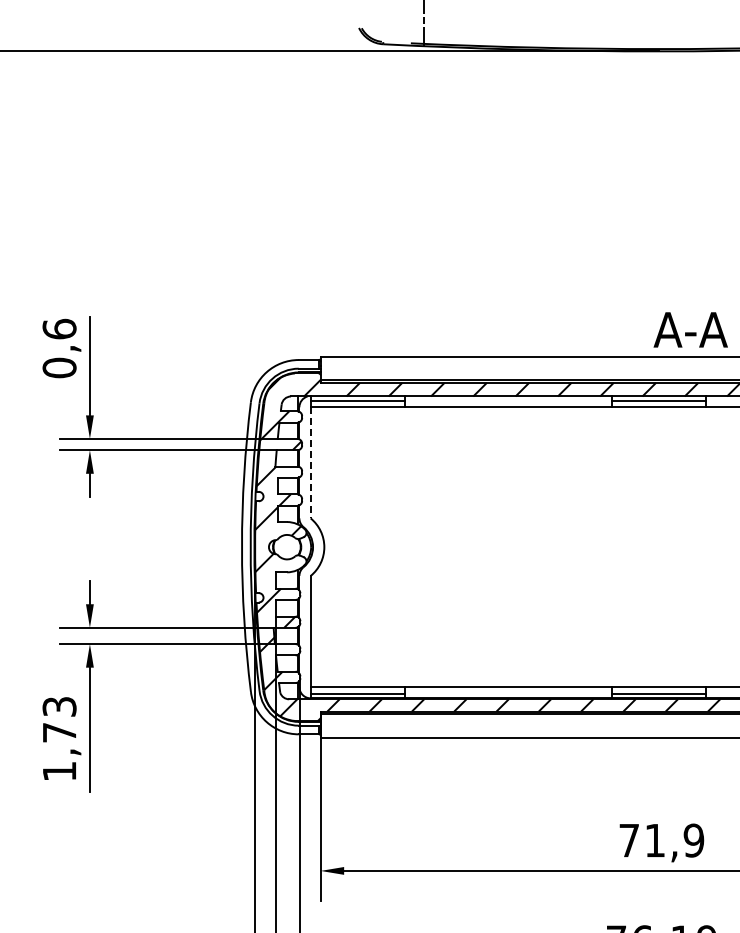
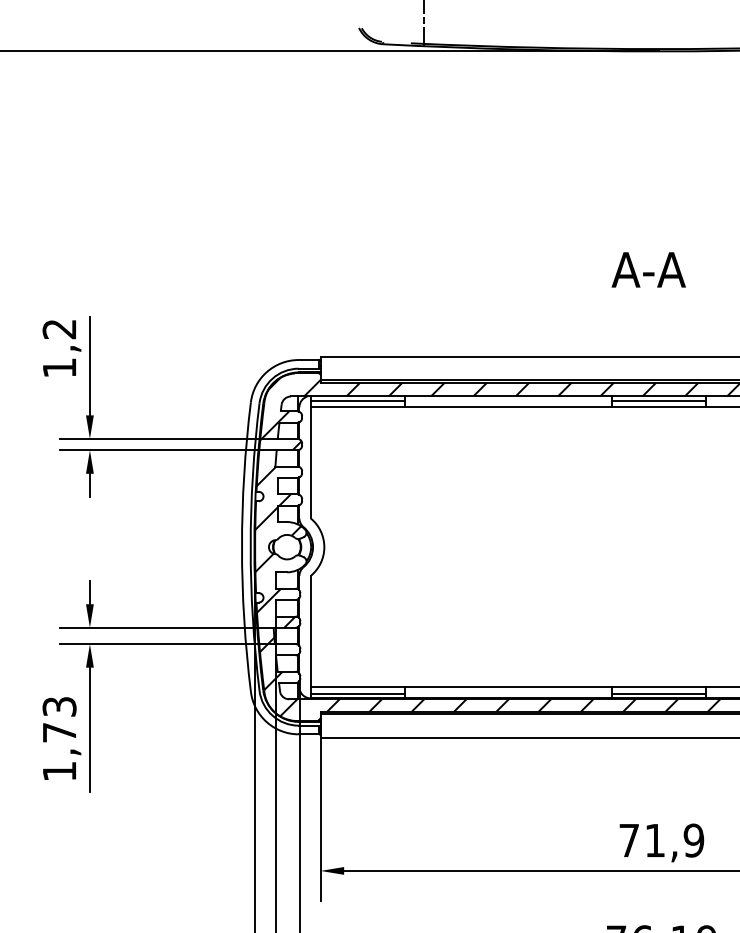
text at (690, 329) position: (690, 329) -> (648, 269)
text at (59, 348): 0,6 -> 1,2
line at (310, 462): dashed -> solid
